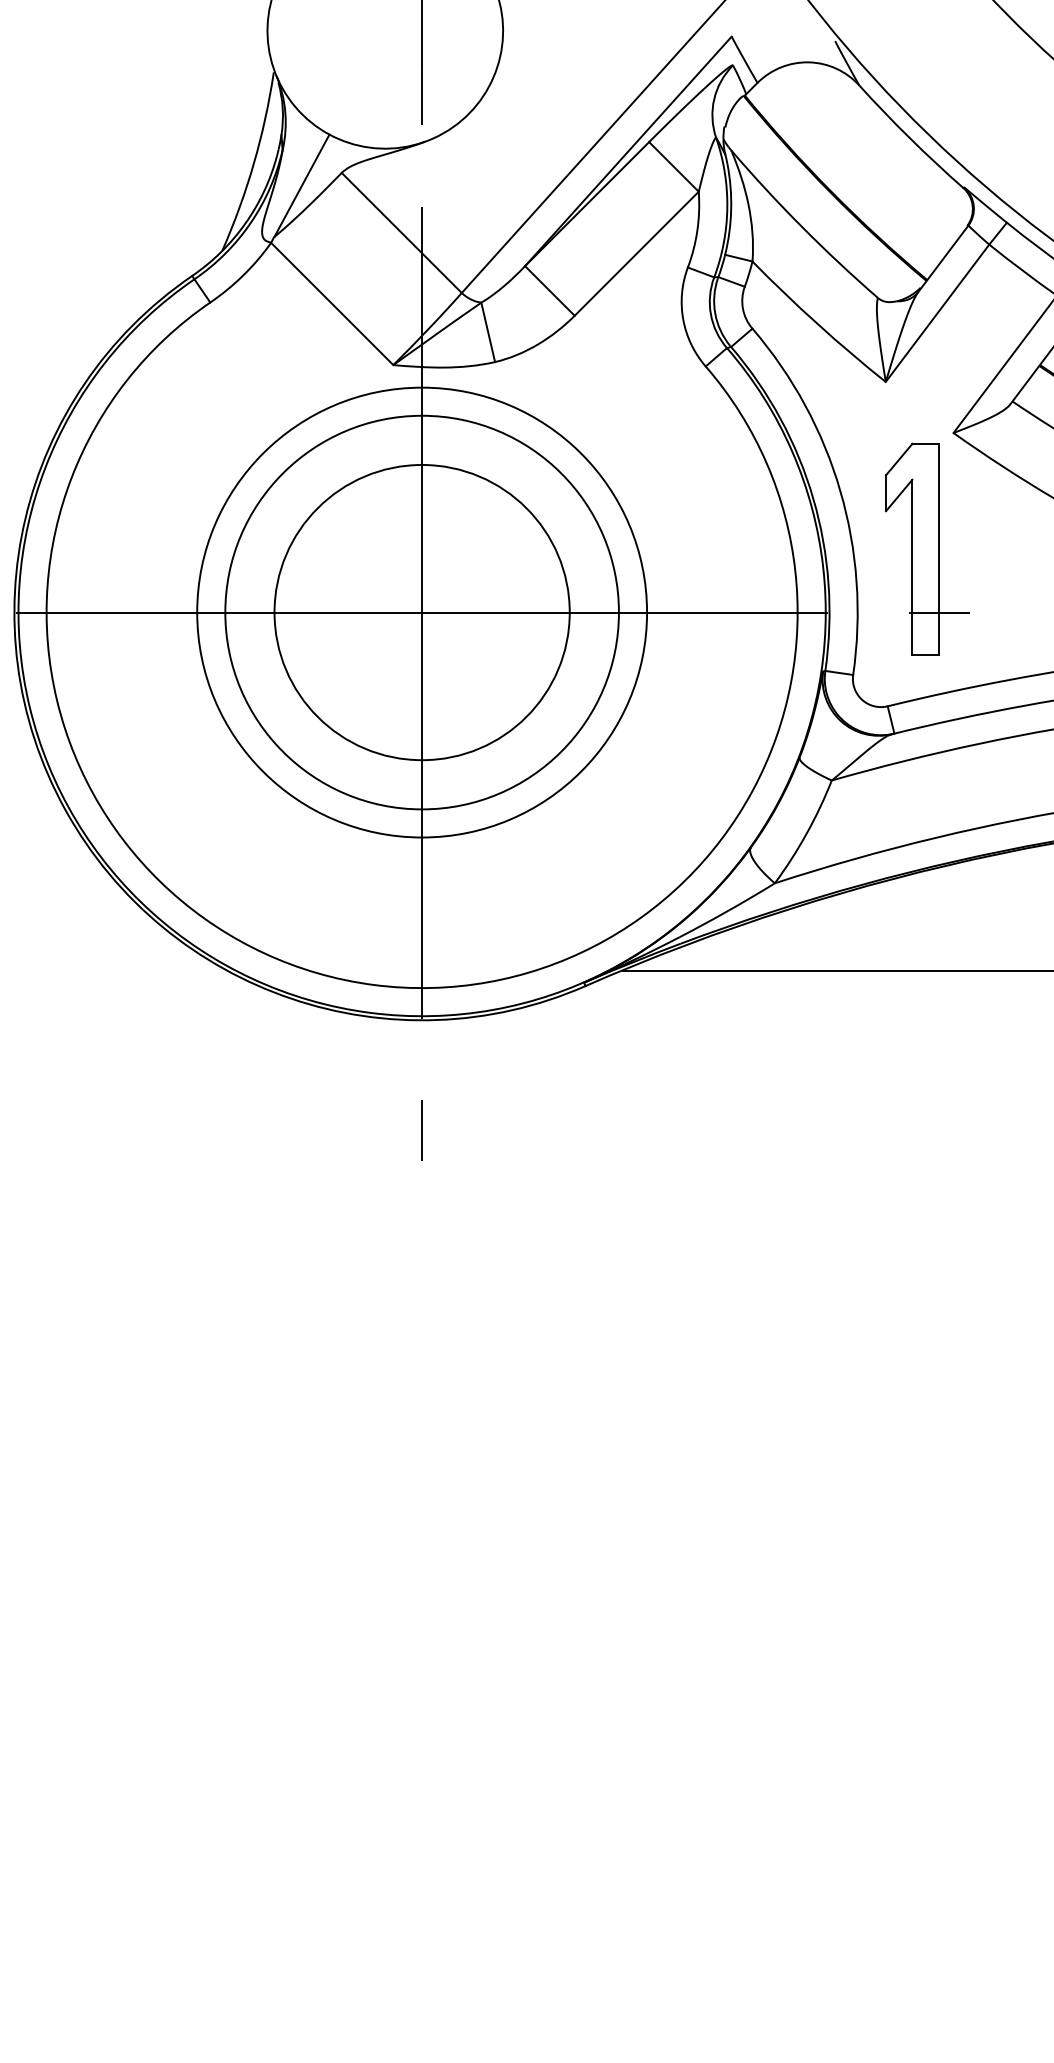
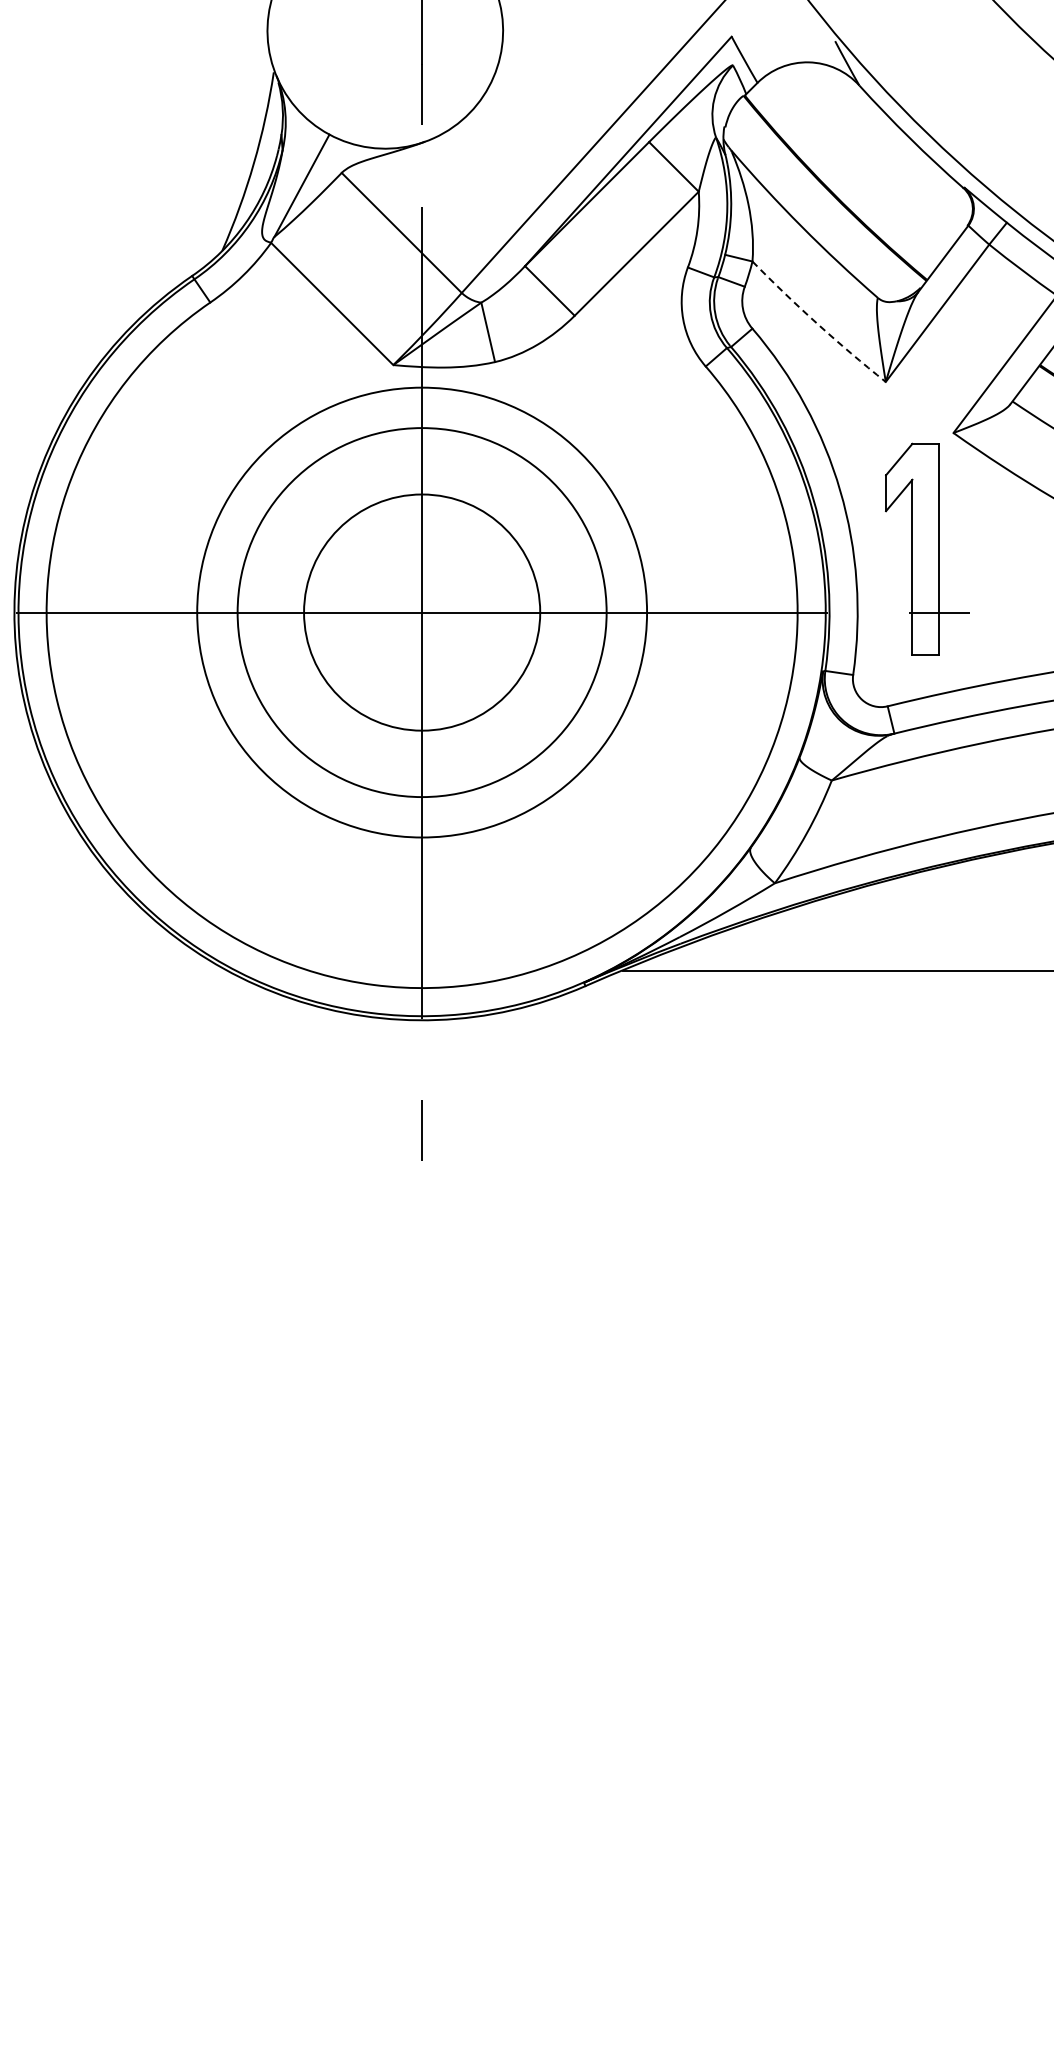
arc at (817, 323): solid -> dashed
circle at (421, 612) diameter: 295 px -> 369 px
circle at (421, 612) diameter: 394 px -> 236 px
